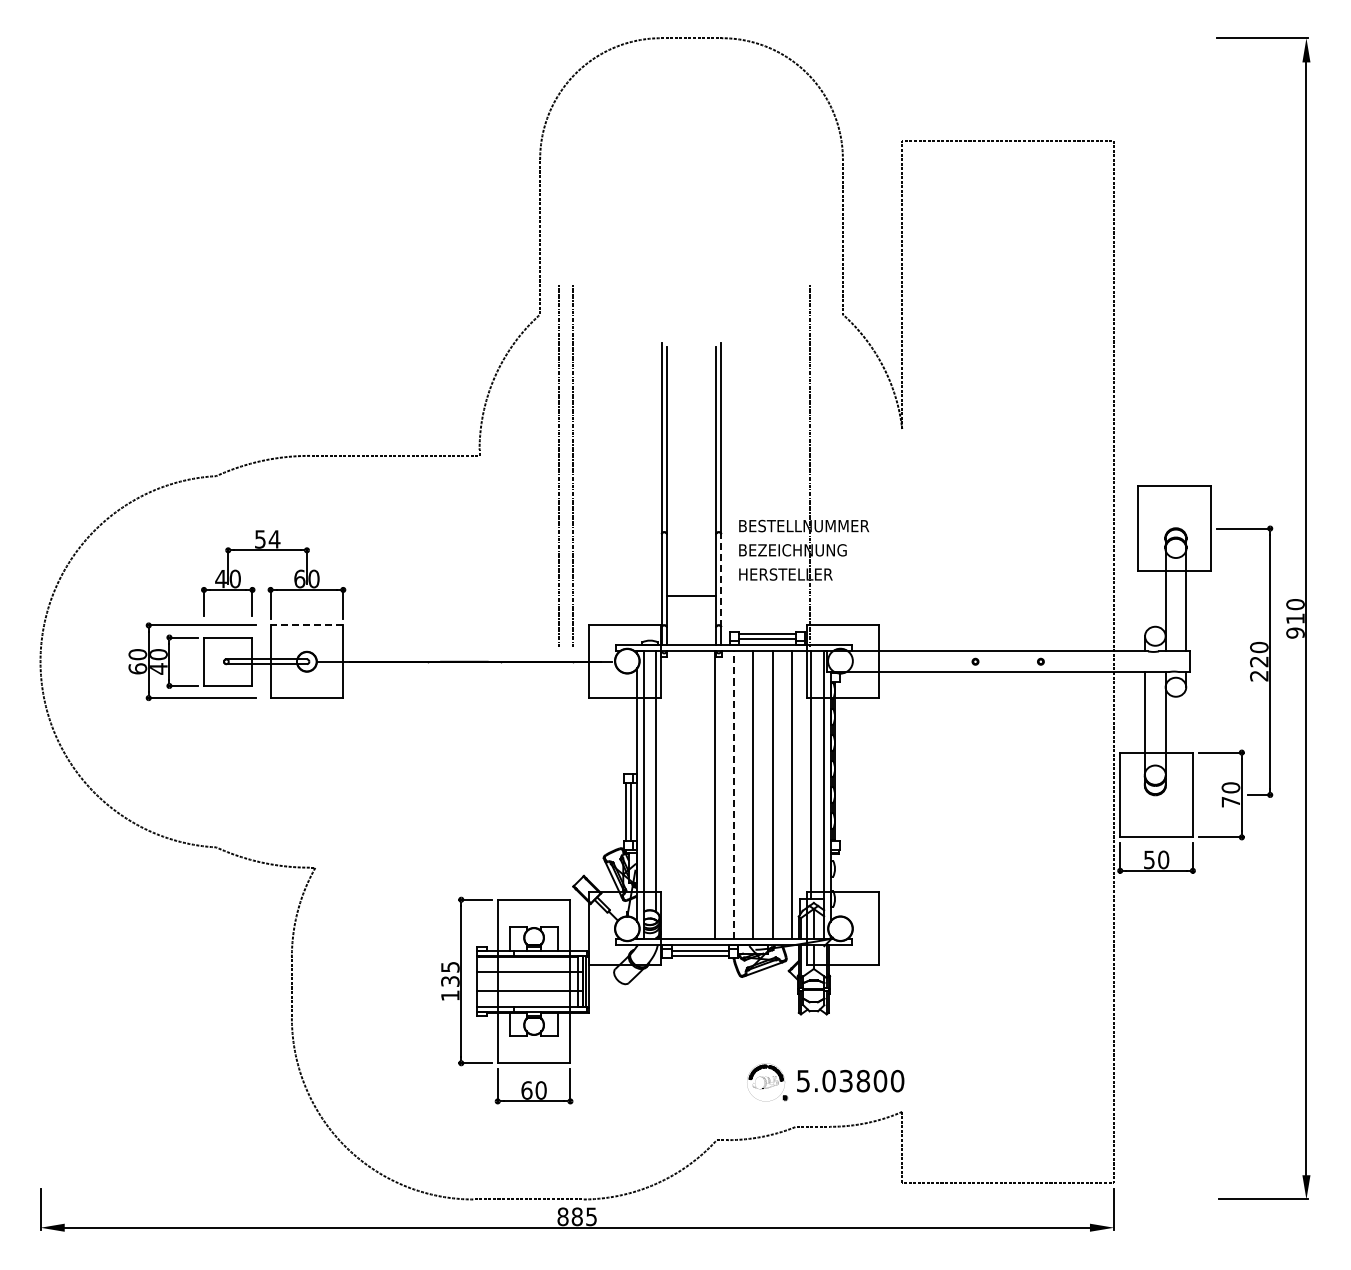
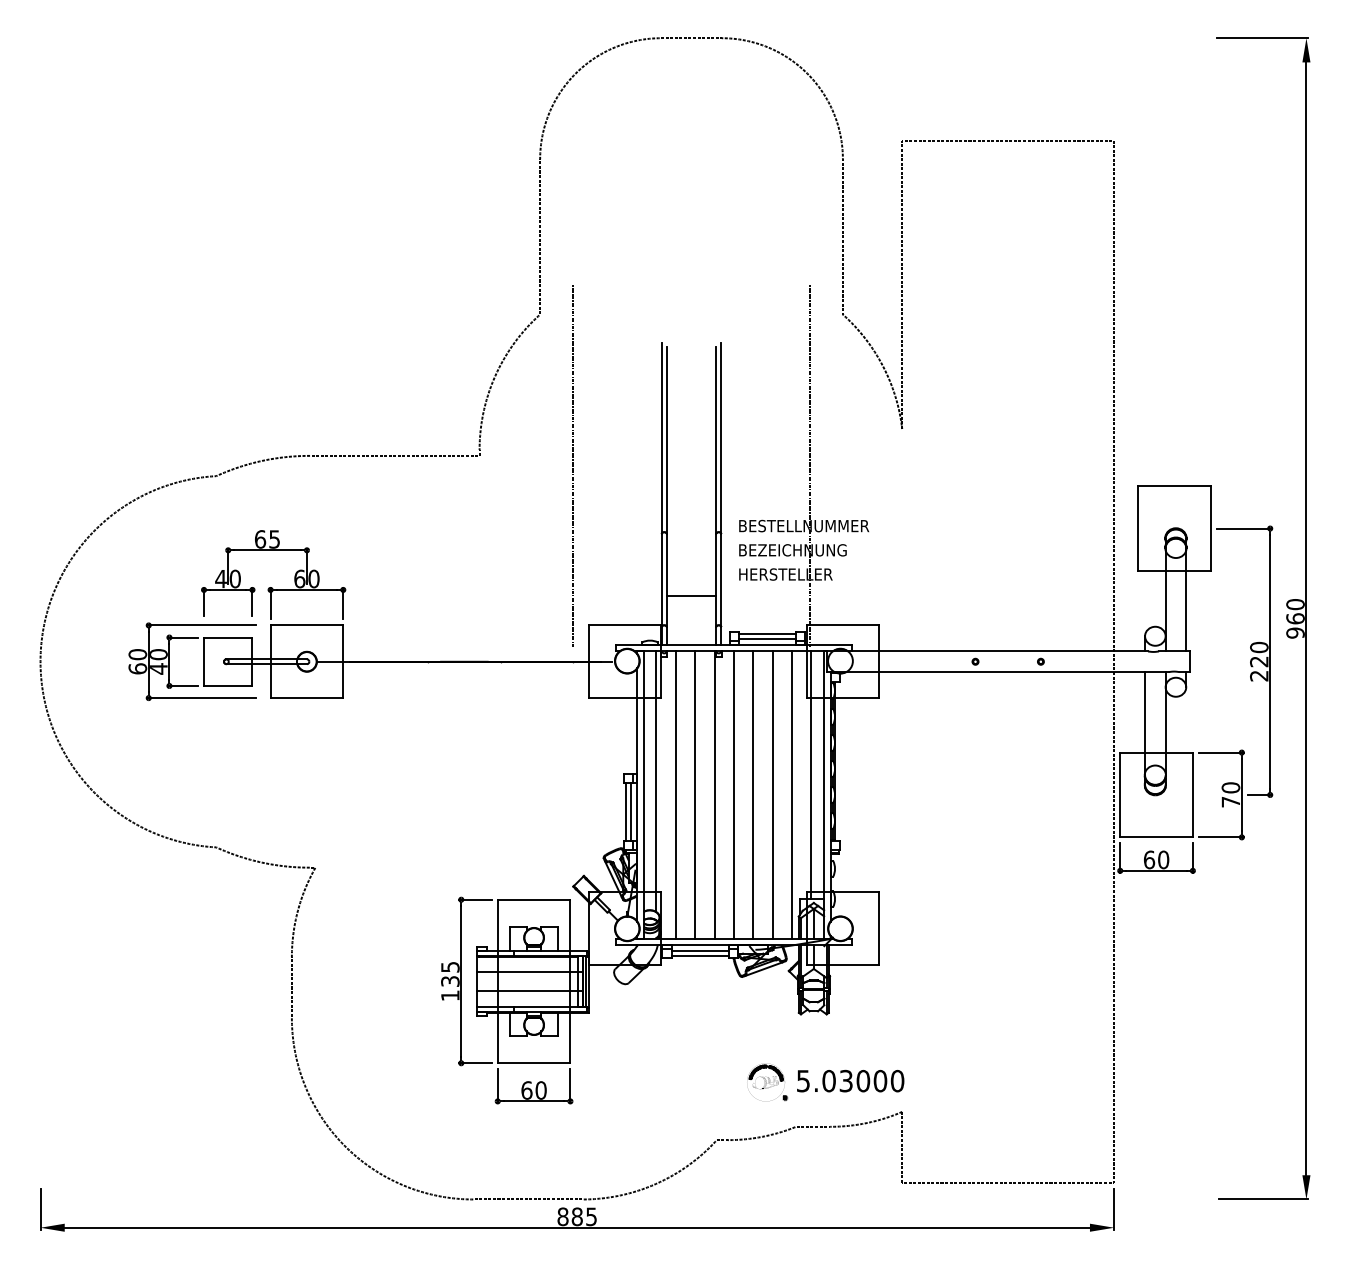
line at (558, 465): present -> none
text at (267, 539): 54 -> 65
line at (721, 580): dashed -> solid
text at (1295, 618): 910 -> 960
line at (306, 625): dashed -> solid
line at (675, 794): none -> present
line at (695, 794): none -> present
line at (733, 794): dashed -> solid
text at (1149, 859): 50 -> 60
text at (863, 1081): 5.03800 -> 5.03000
